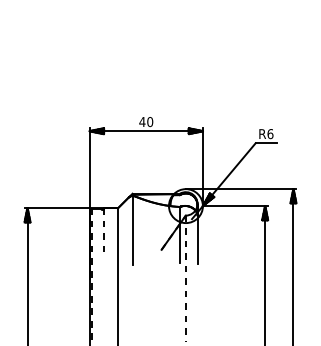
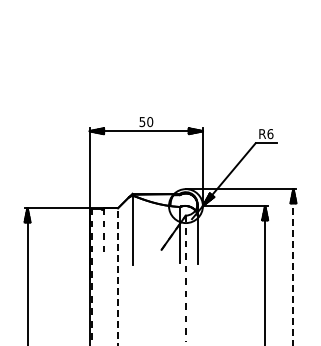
text at (142, 122): 40 -> 50
line at (293, 266): solid -> dashed
line at (118, 276): solid -> dashed
